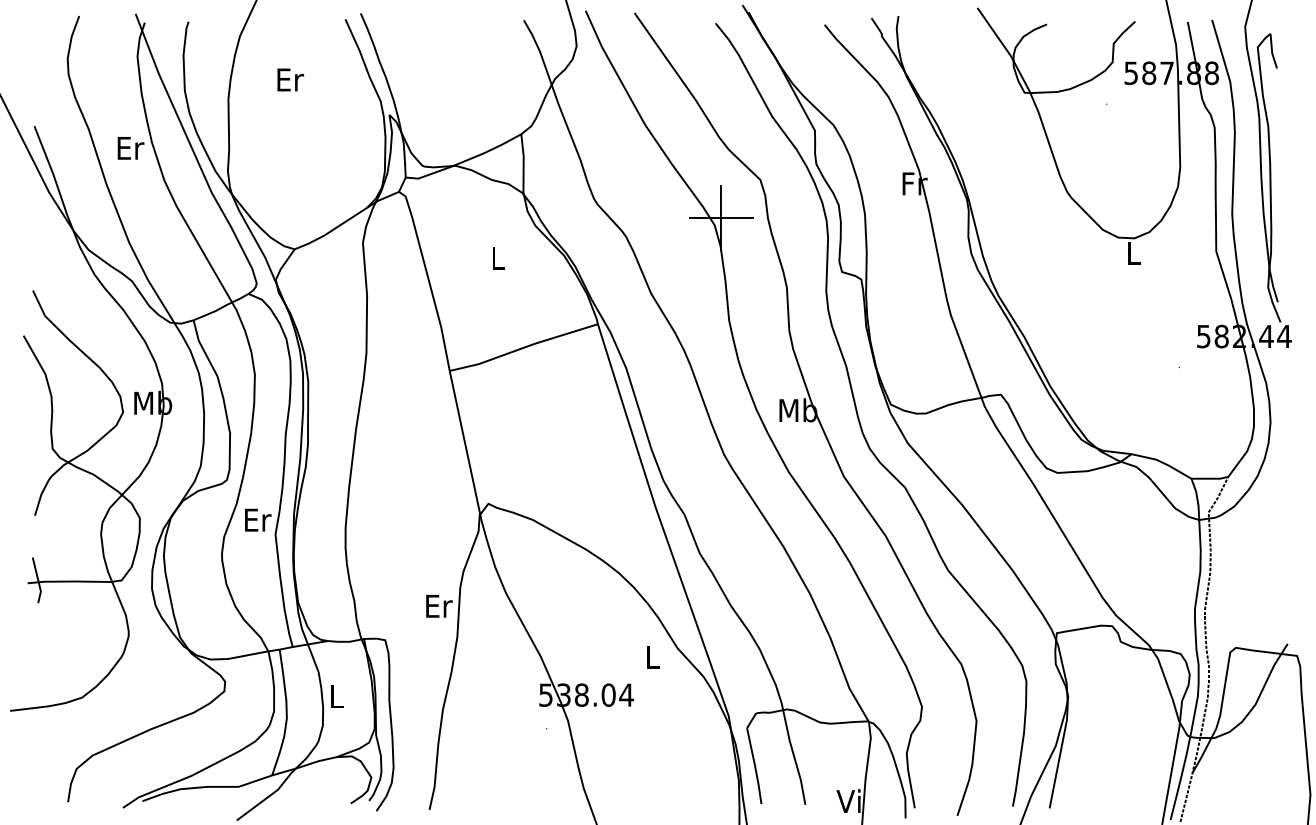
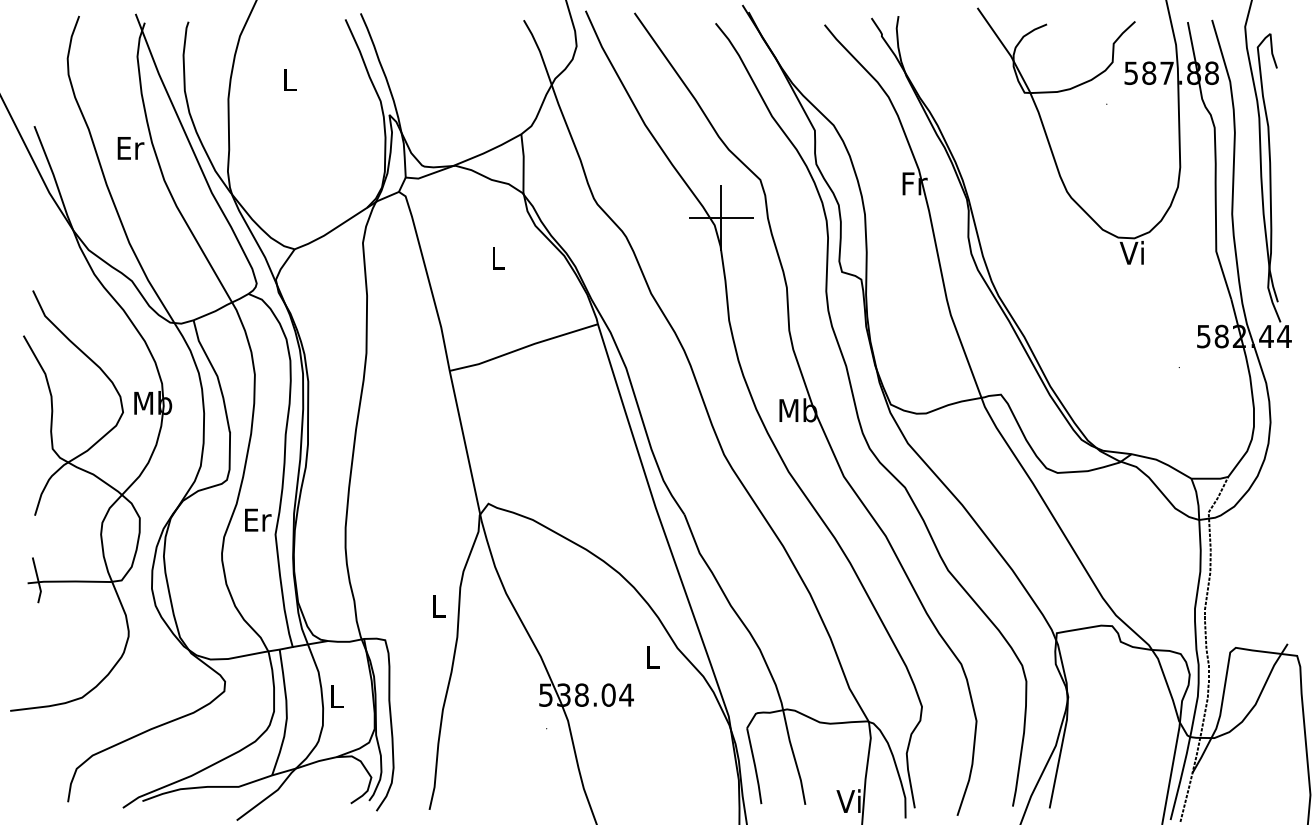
text at (290, 79): Er -> L
text at (1131, 252): L -> Vi
text at (439, 606): Er -> L
